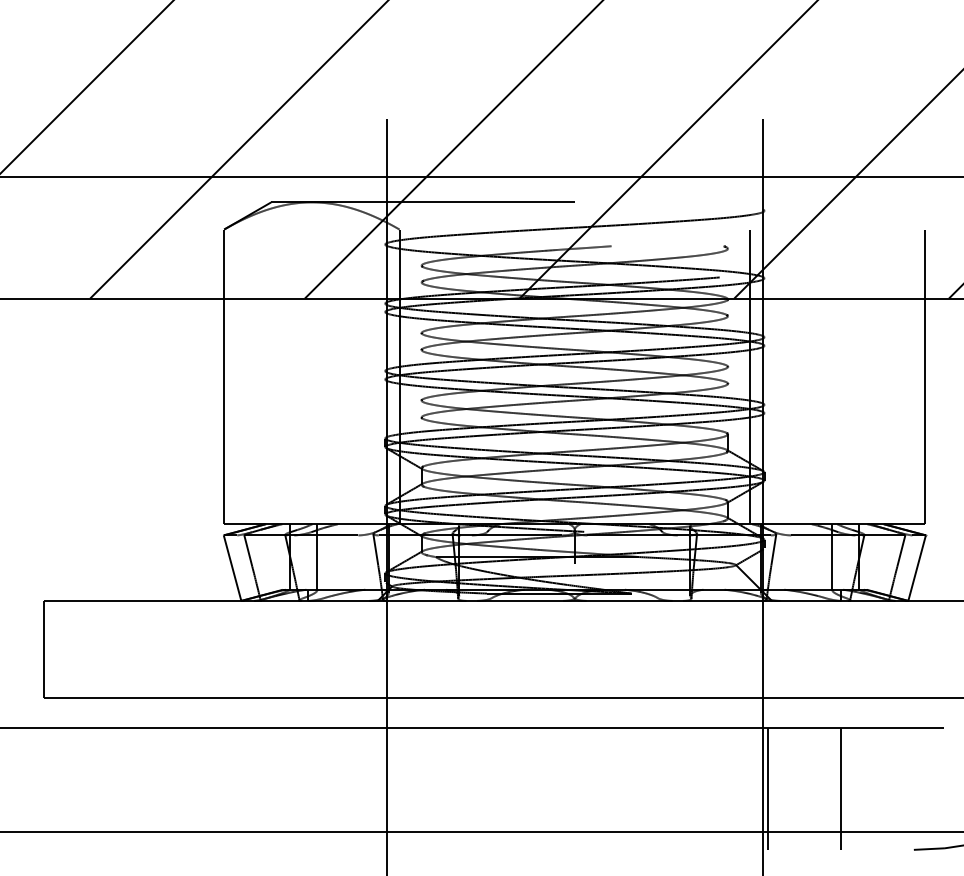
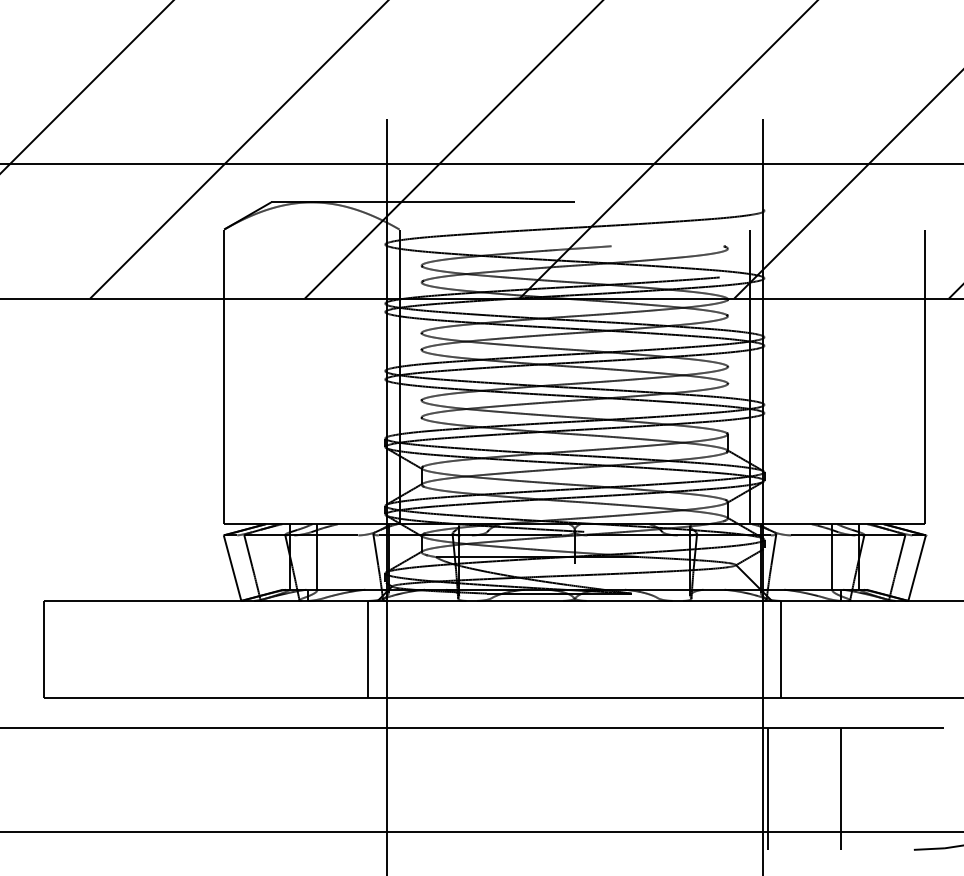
line at (481, 176) position: (481, 176) -> (481, 163)
line at (368, 649): none -> present
line at (781, 649): none -> present
